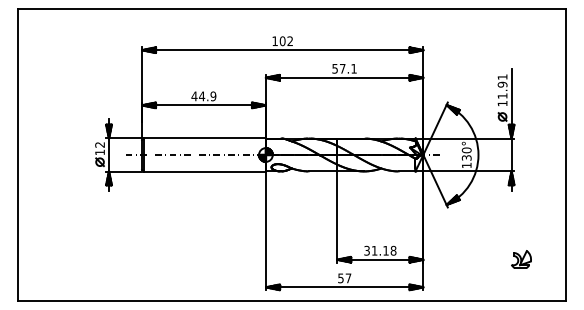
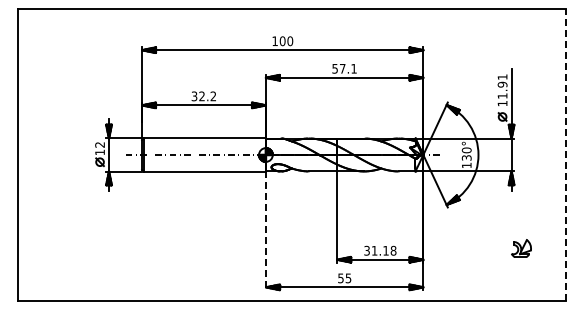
text at (290, 41): 102 -> 100
text at (203, 96): 44.9 -> 32.2
line at (566, 155): solid -> dashed
line at (266, 231): solid -> dashed
part at (521, 259) position: (521, 259) -> (521, 248)
text at (348, 278): 57 -> 55
